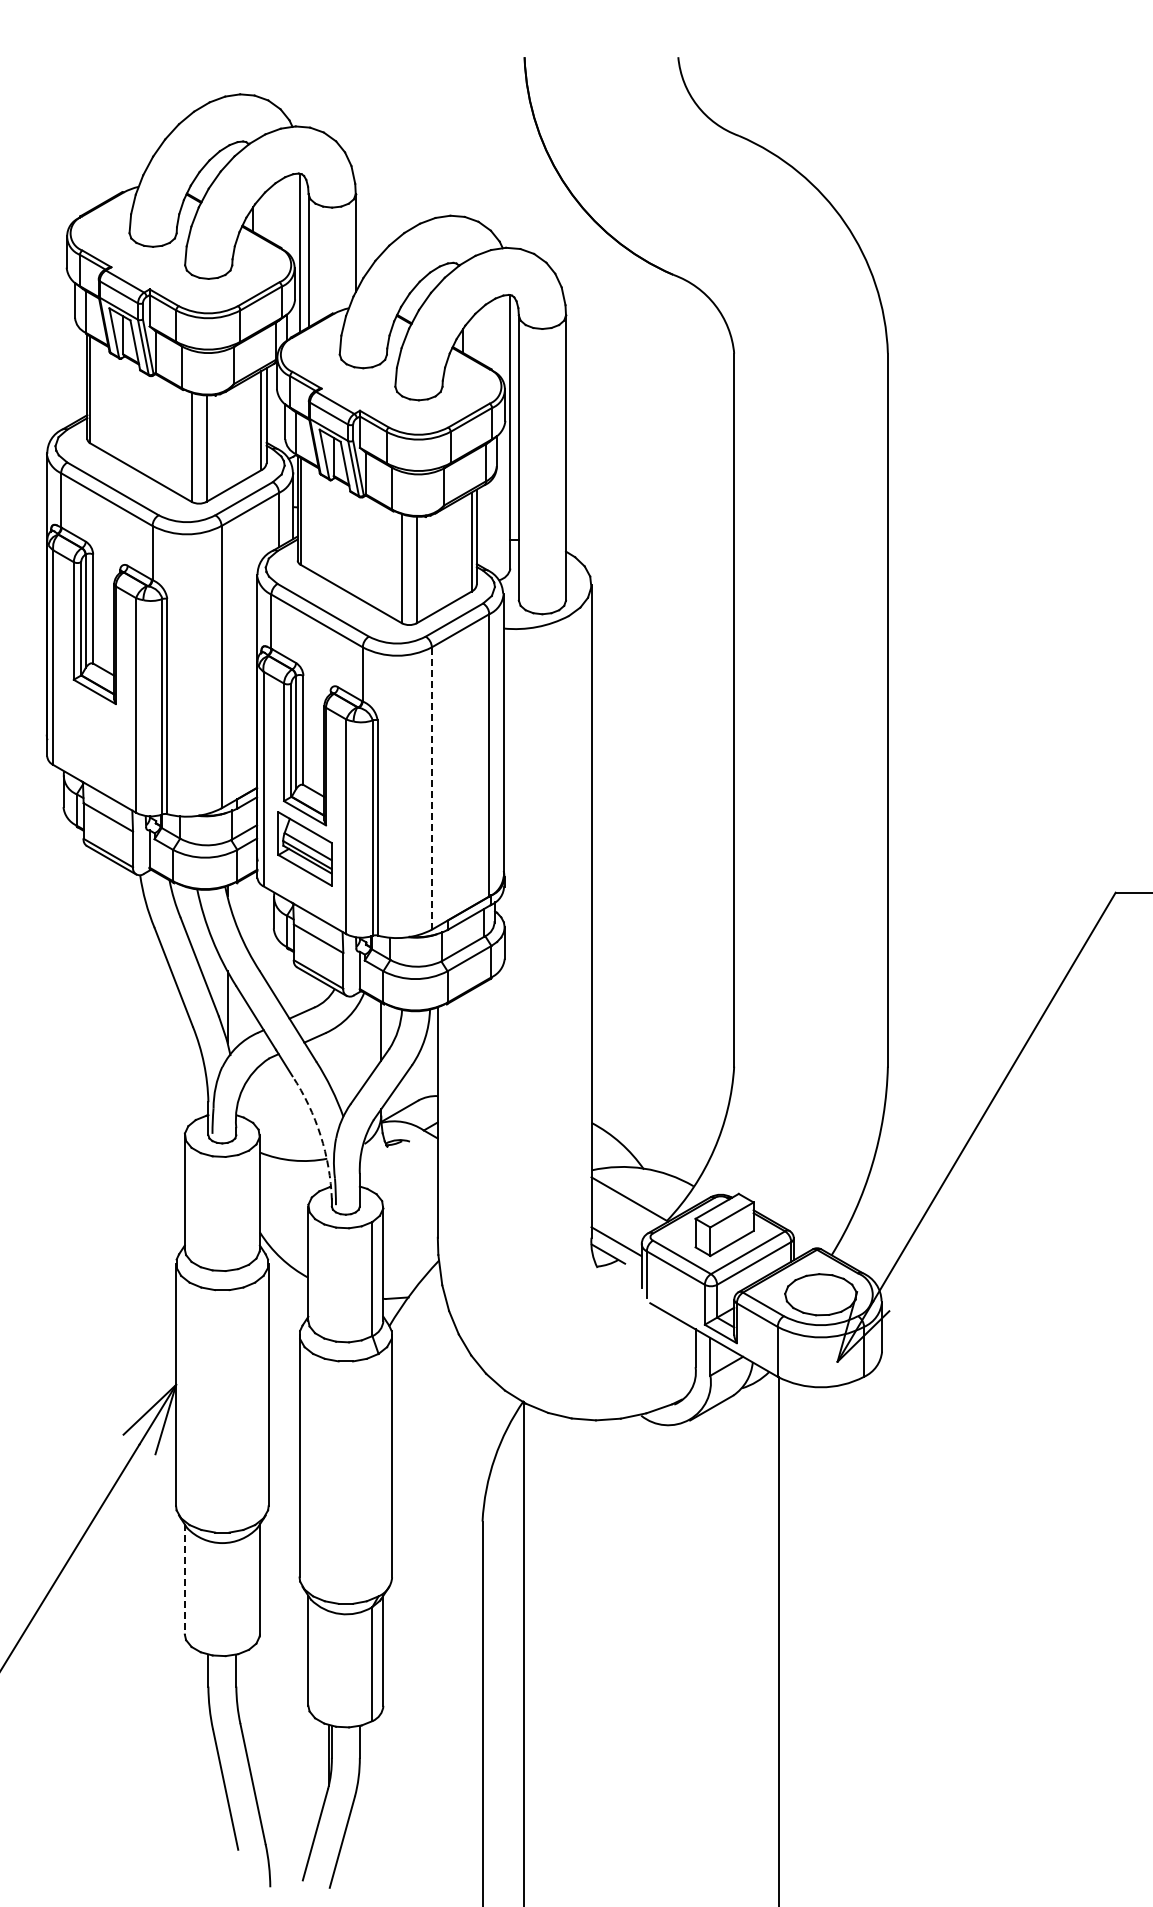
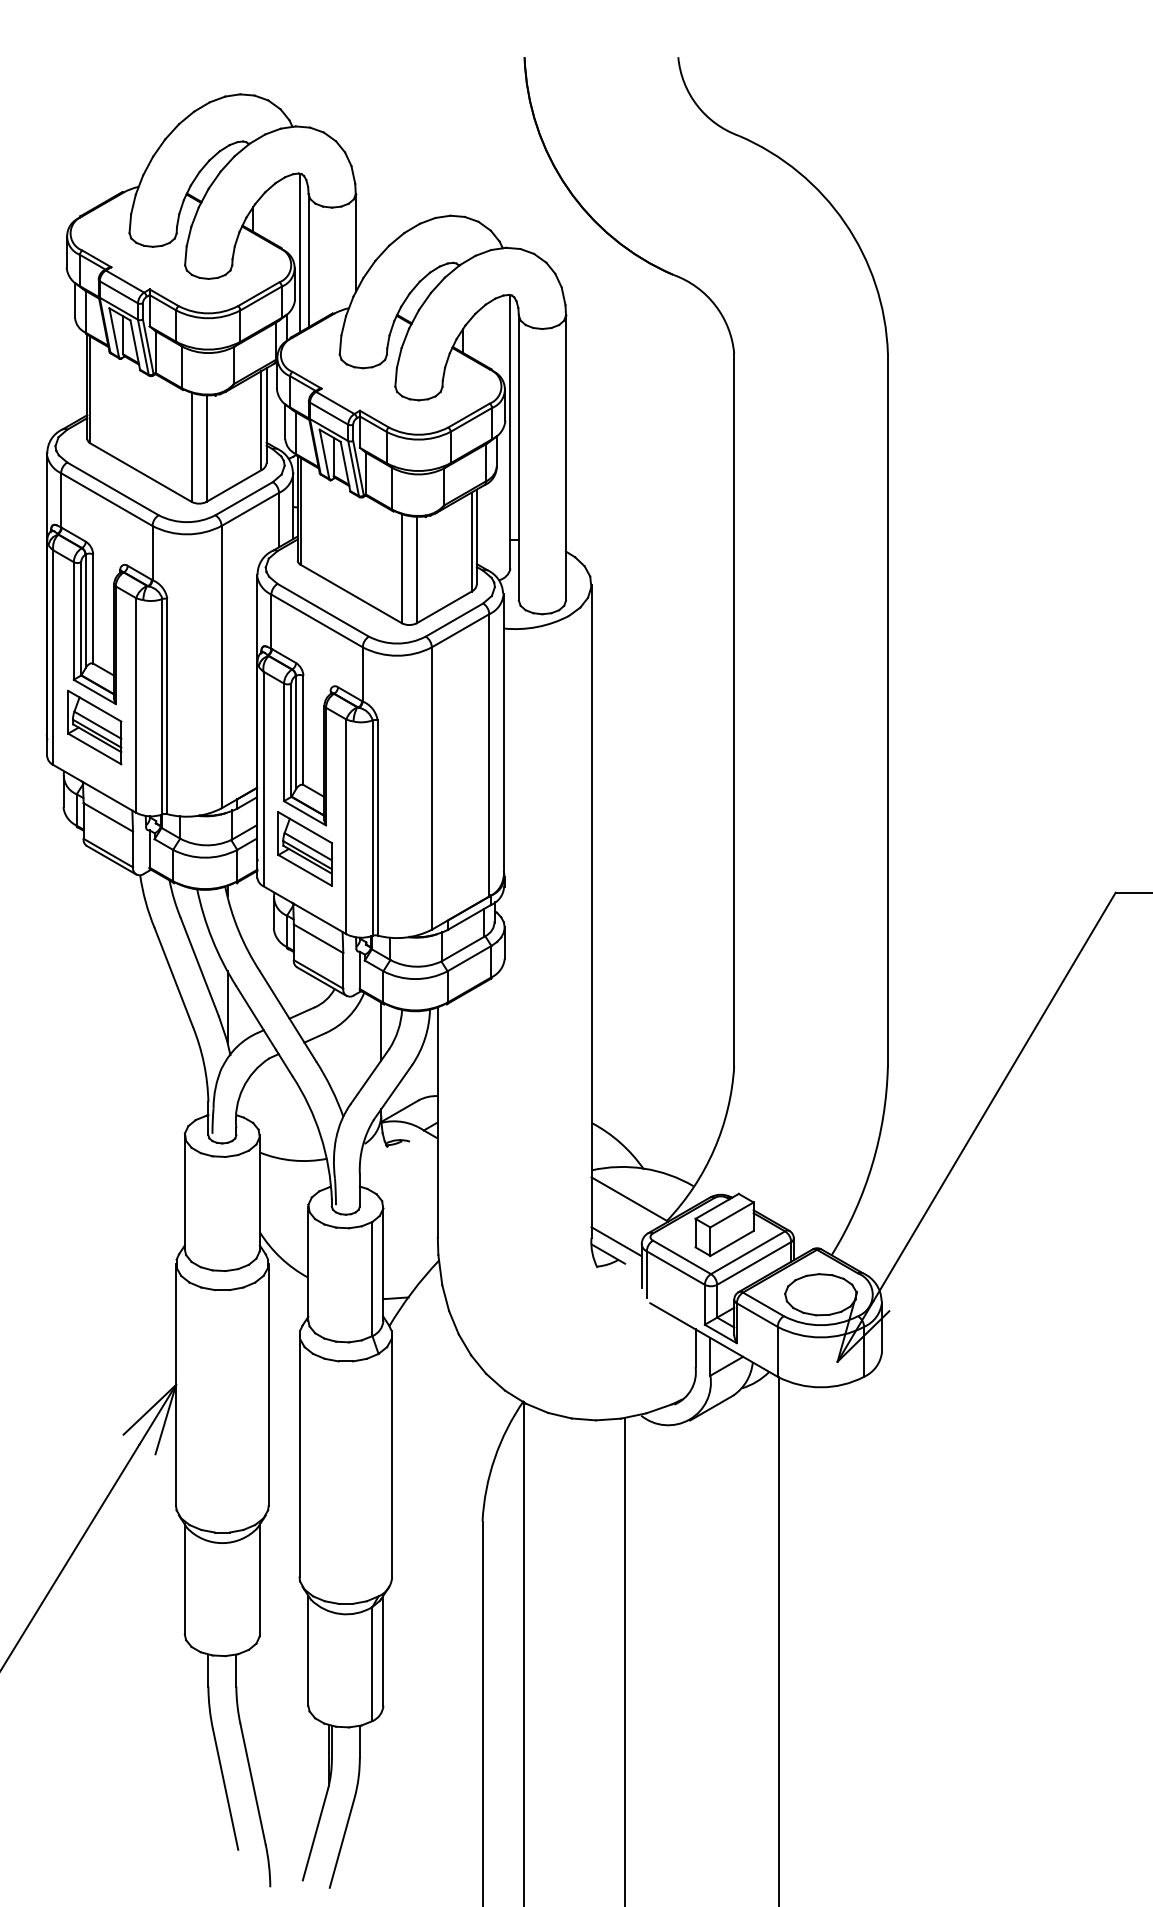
part at (94, 727): none -> present
line at (431, 788): dashed -> solid
arc at (320, 1135): dashed -> solid
line at (184, 1579): dashed -> solid
line at (625, 1660): none -> present
